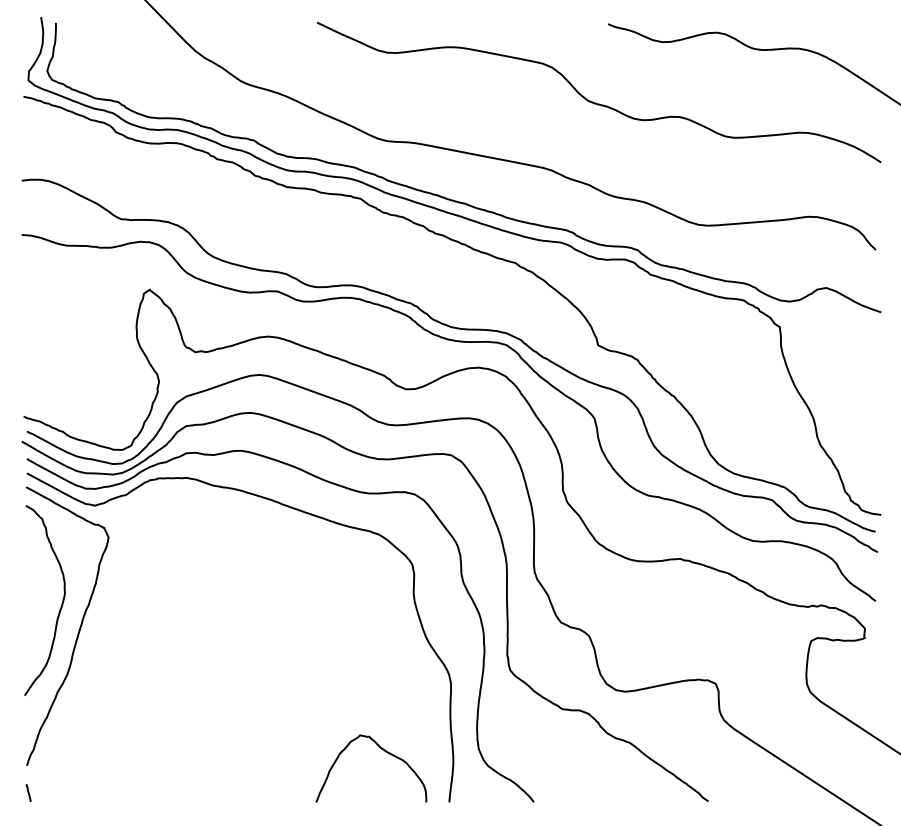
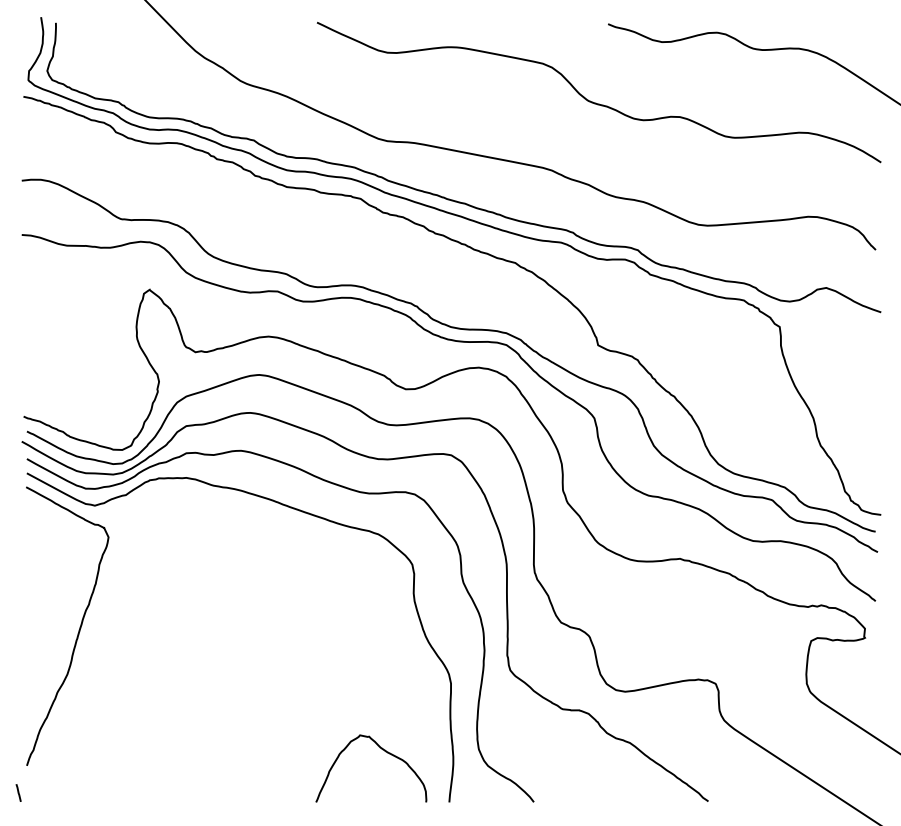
curve at (60, 606): present -> none
line at (28, 792) position: (28, 792) -> (18, 792)
